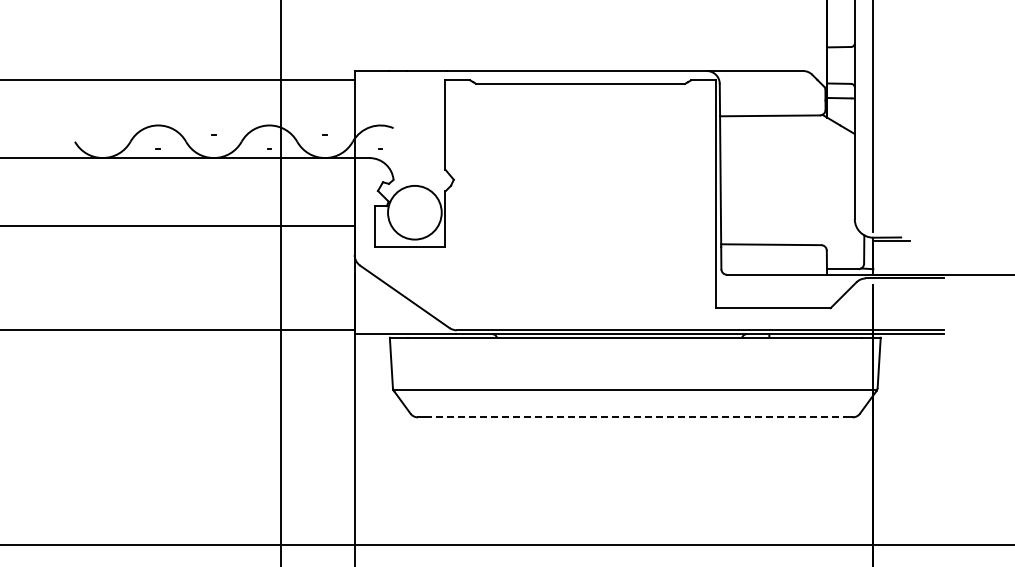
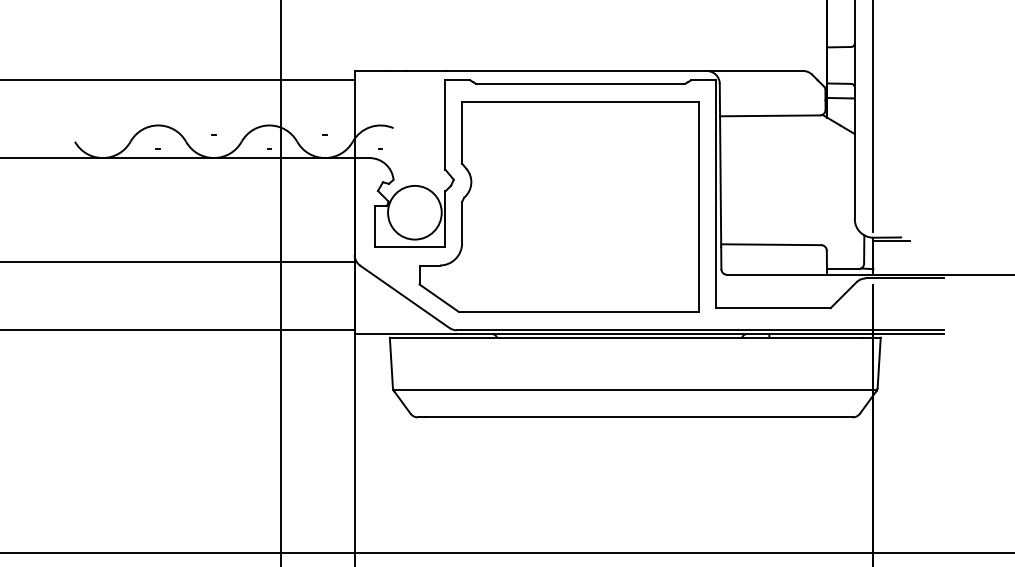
part at (558, 206): none -> present
line at (178, 225) position: (178, 225) -> (178, 261)
line at (635, 417): dashed -> solid
line at (506, 544) position: (506, 544) -> (506, 552)
